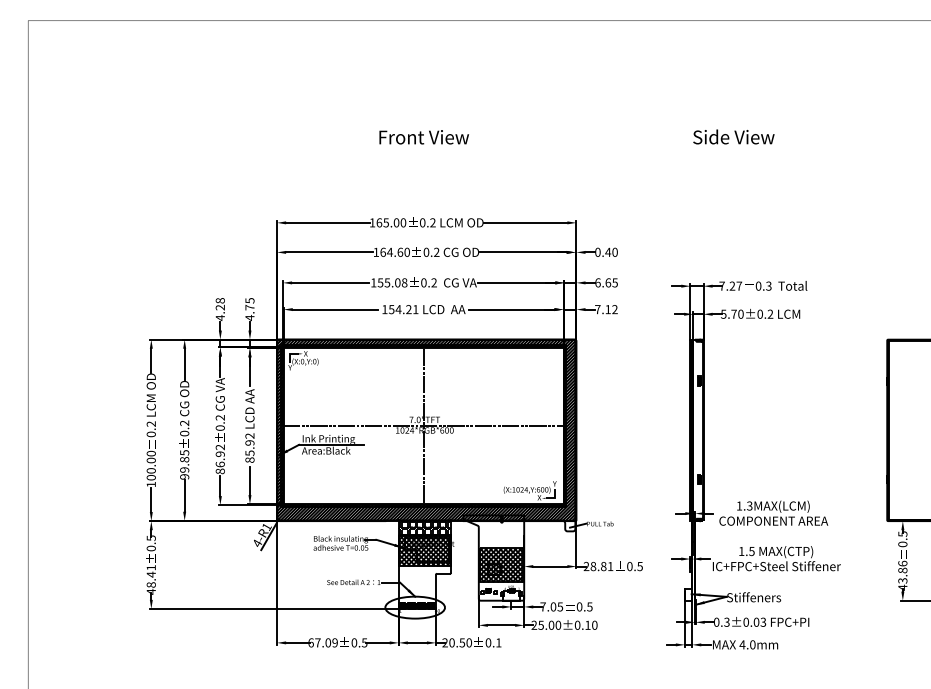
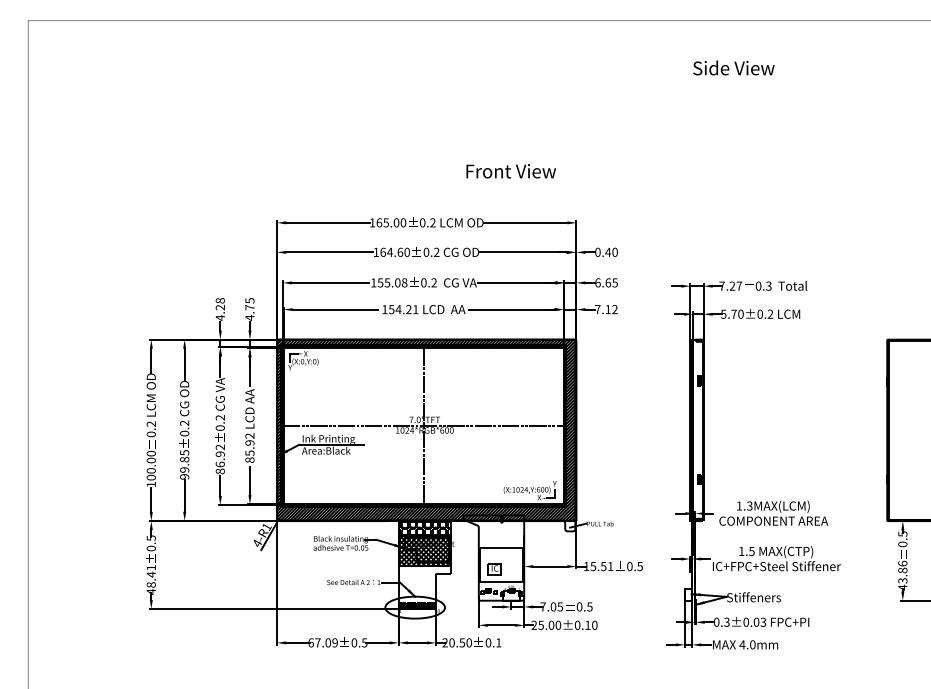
text at (733, 136) position: (733, 136) -> (733, 67)
text at (423, 137) position: (423, 137) -> (510, 171)
hatch at (501, 565): present -> none
text at (594, 565): 28.81 -> 15.51
